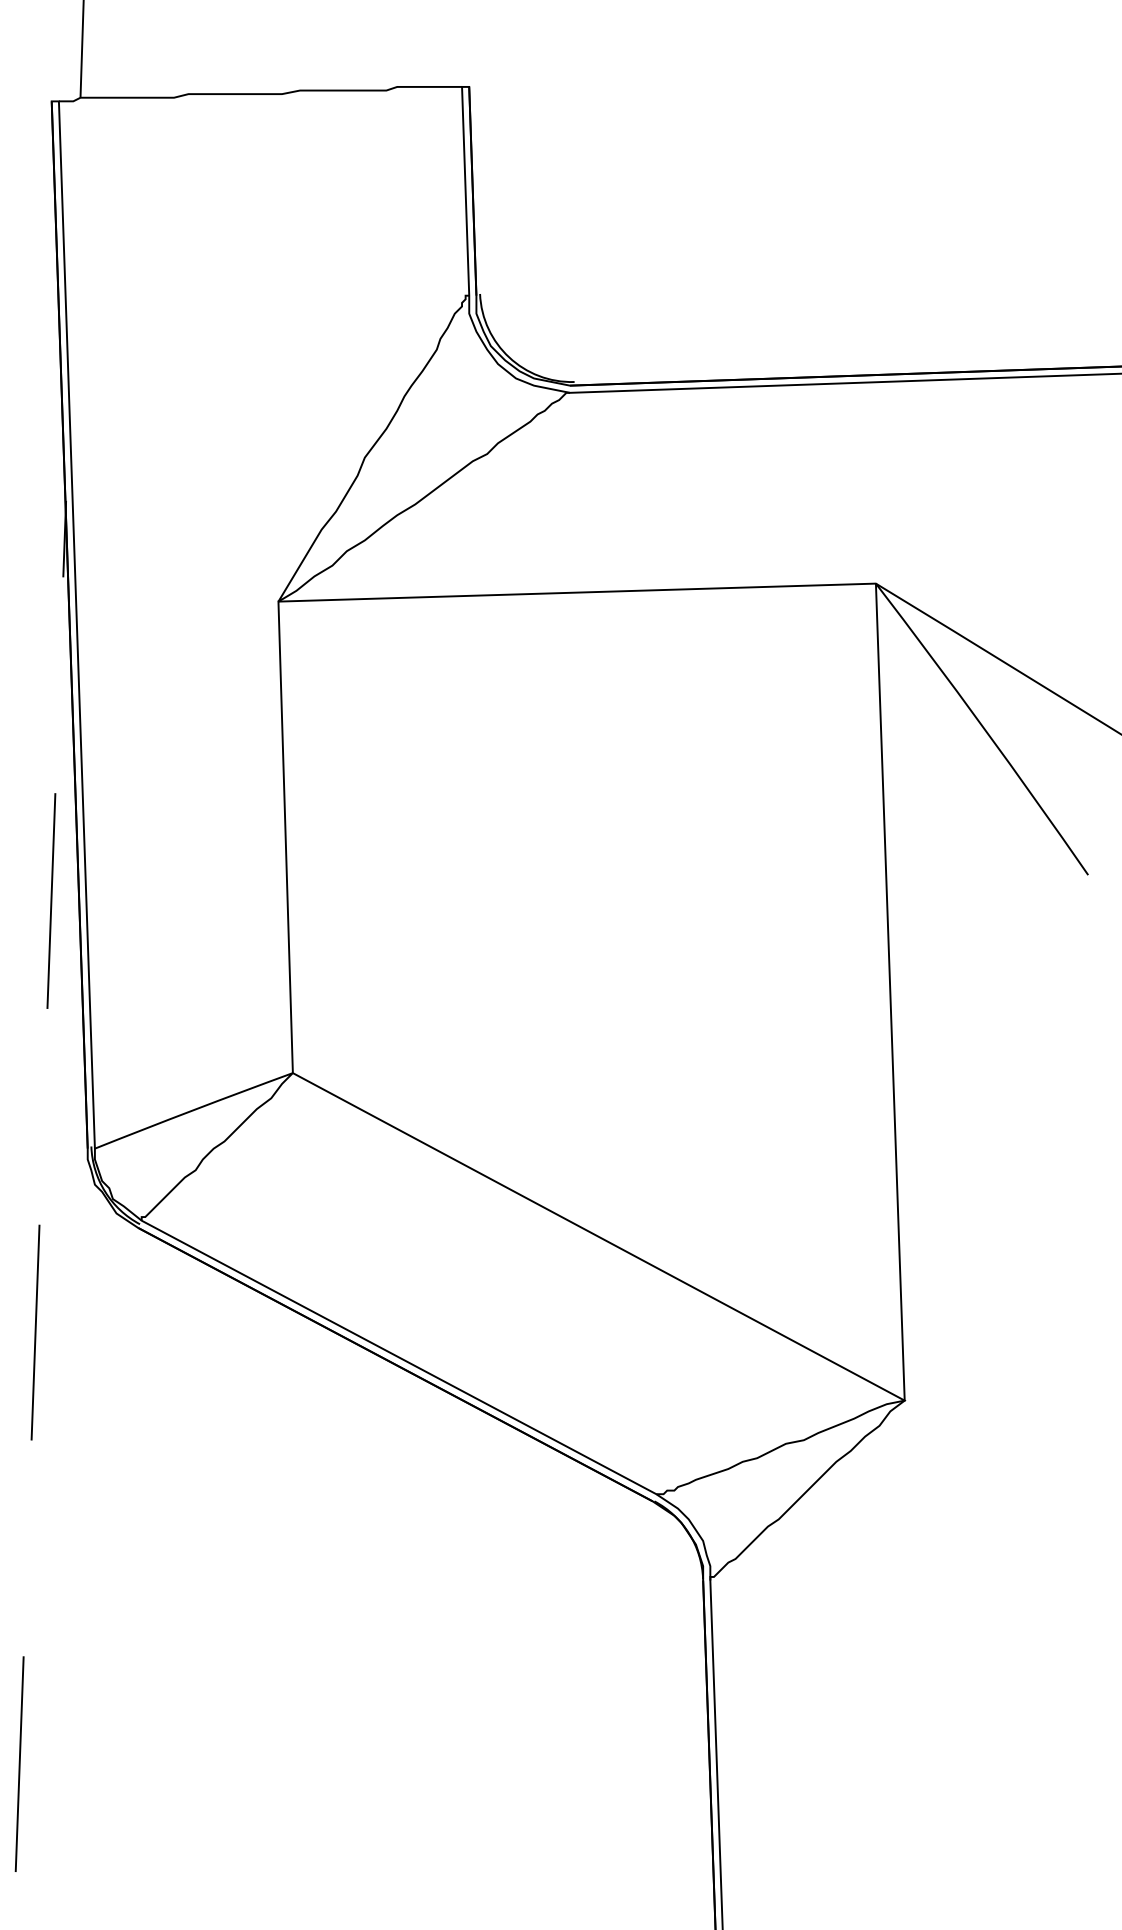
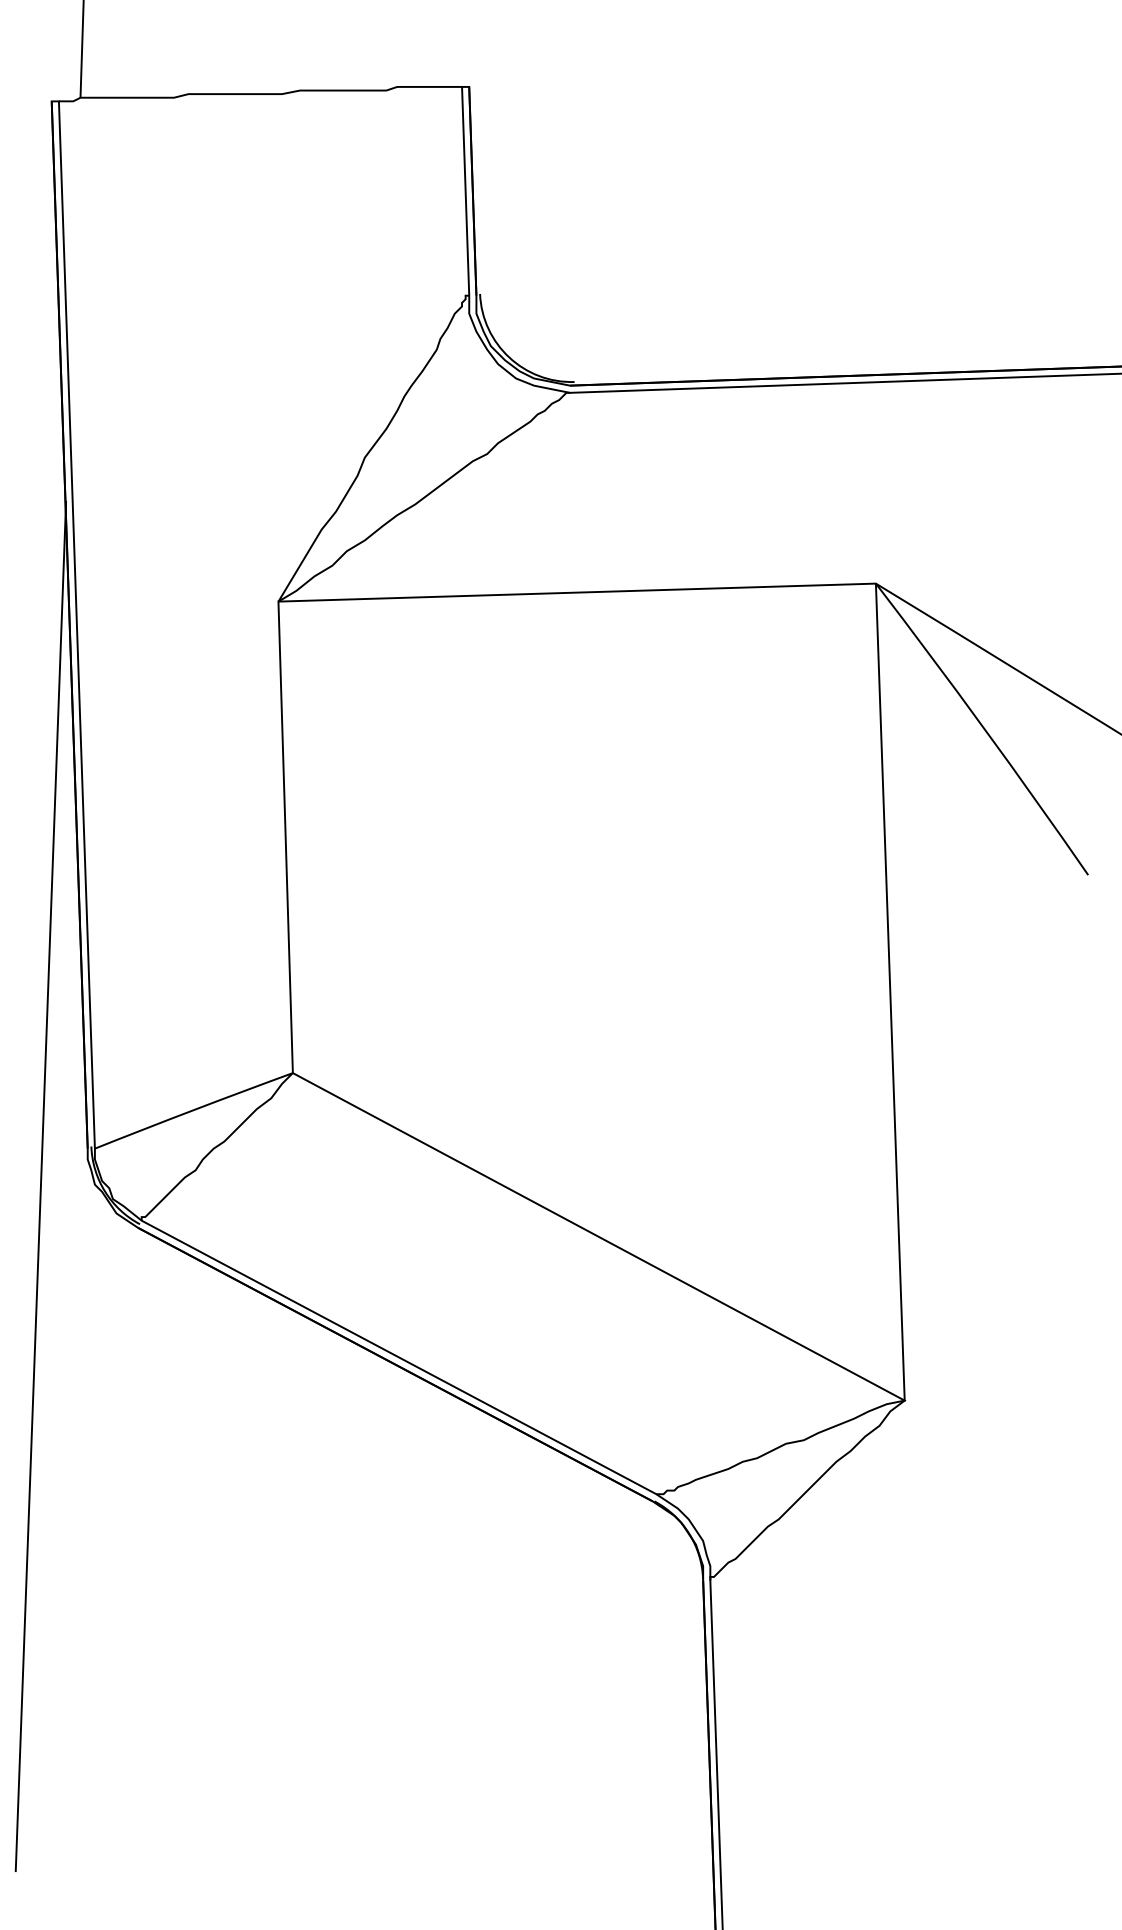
line at (40, 1185): dashed -> solid
